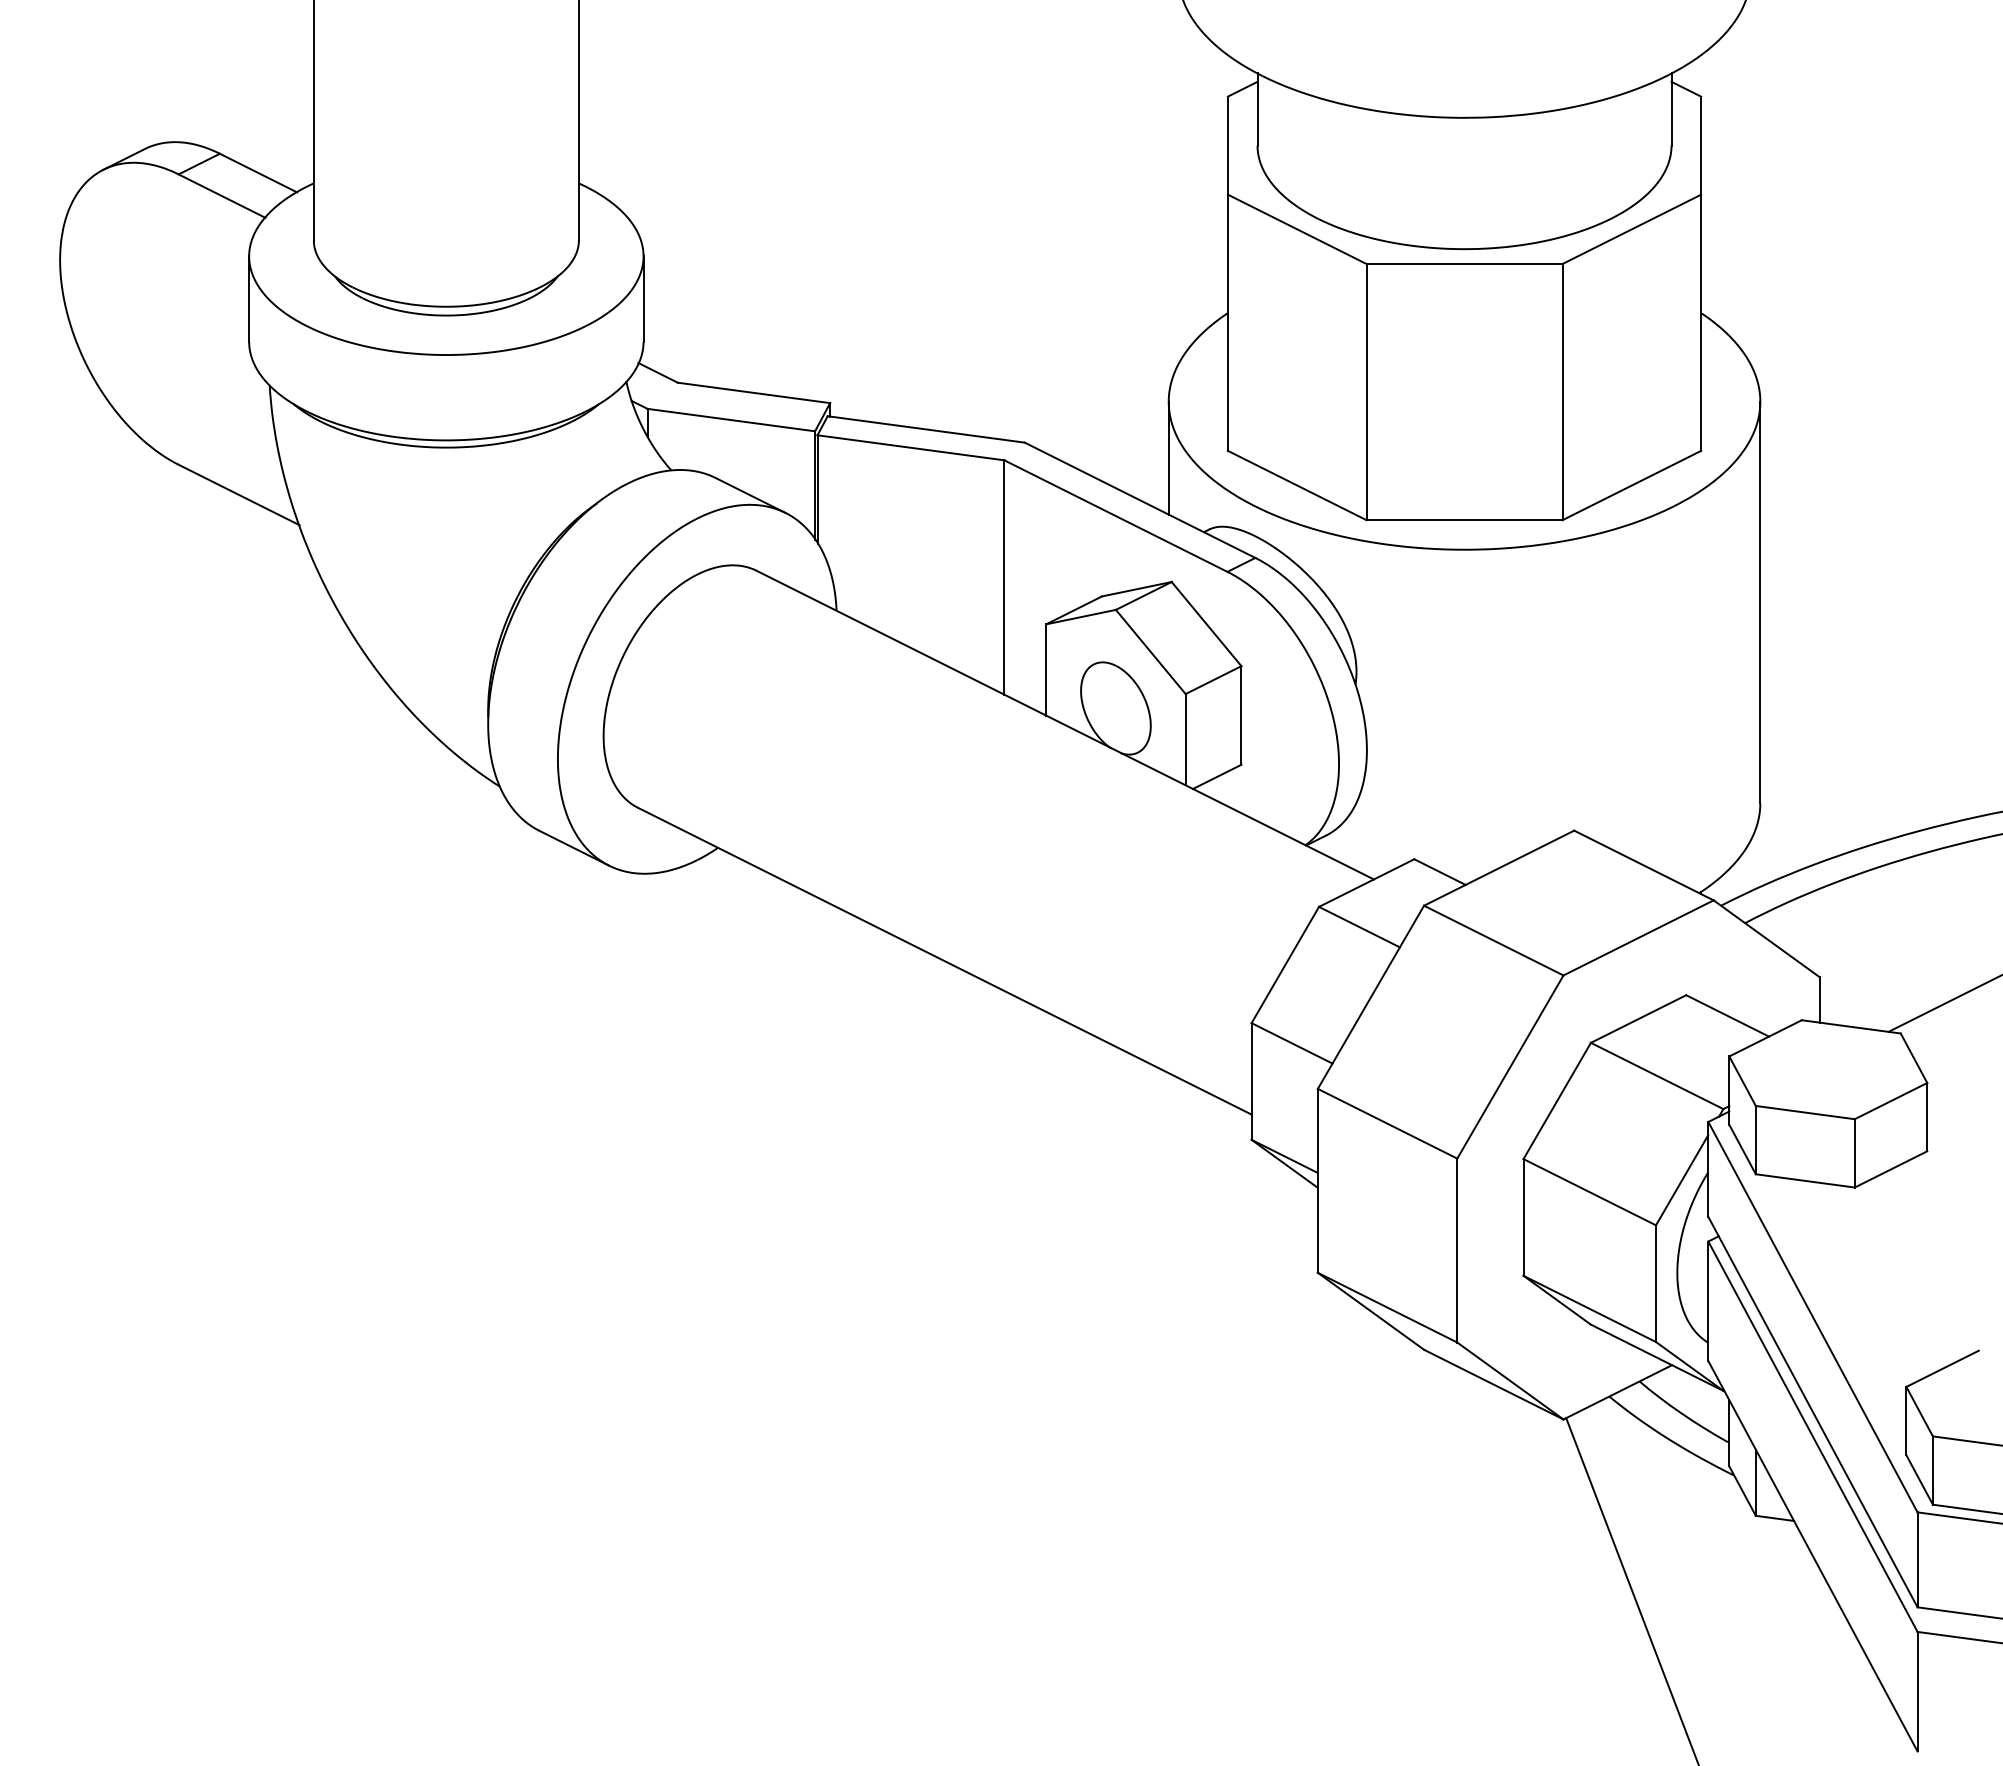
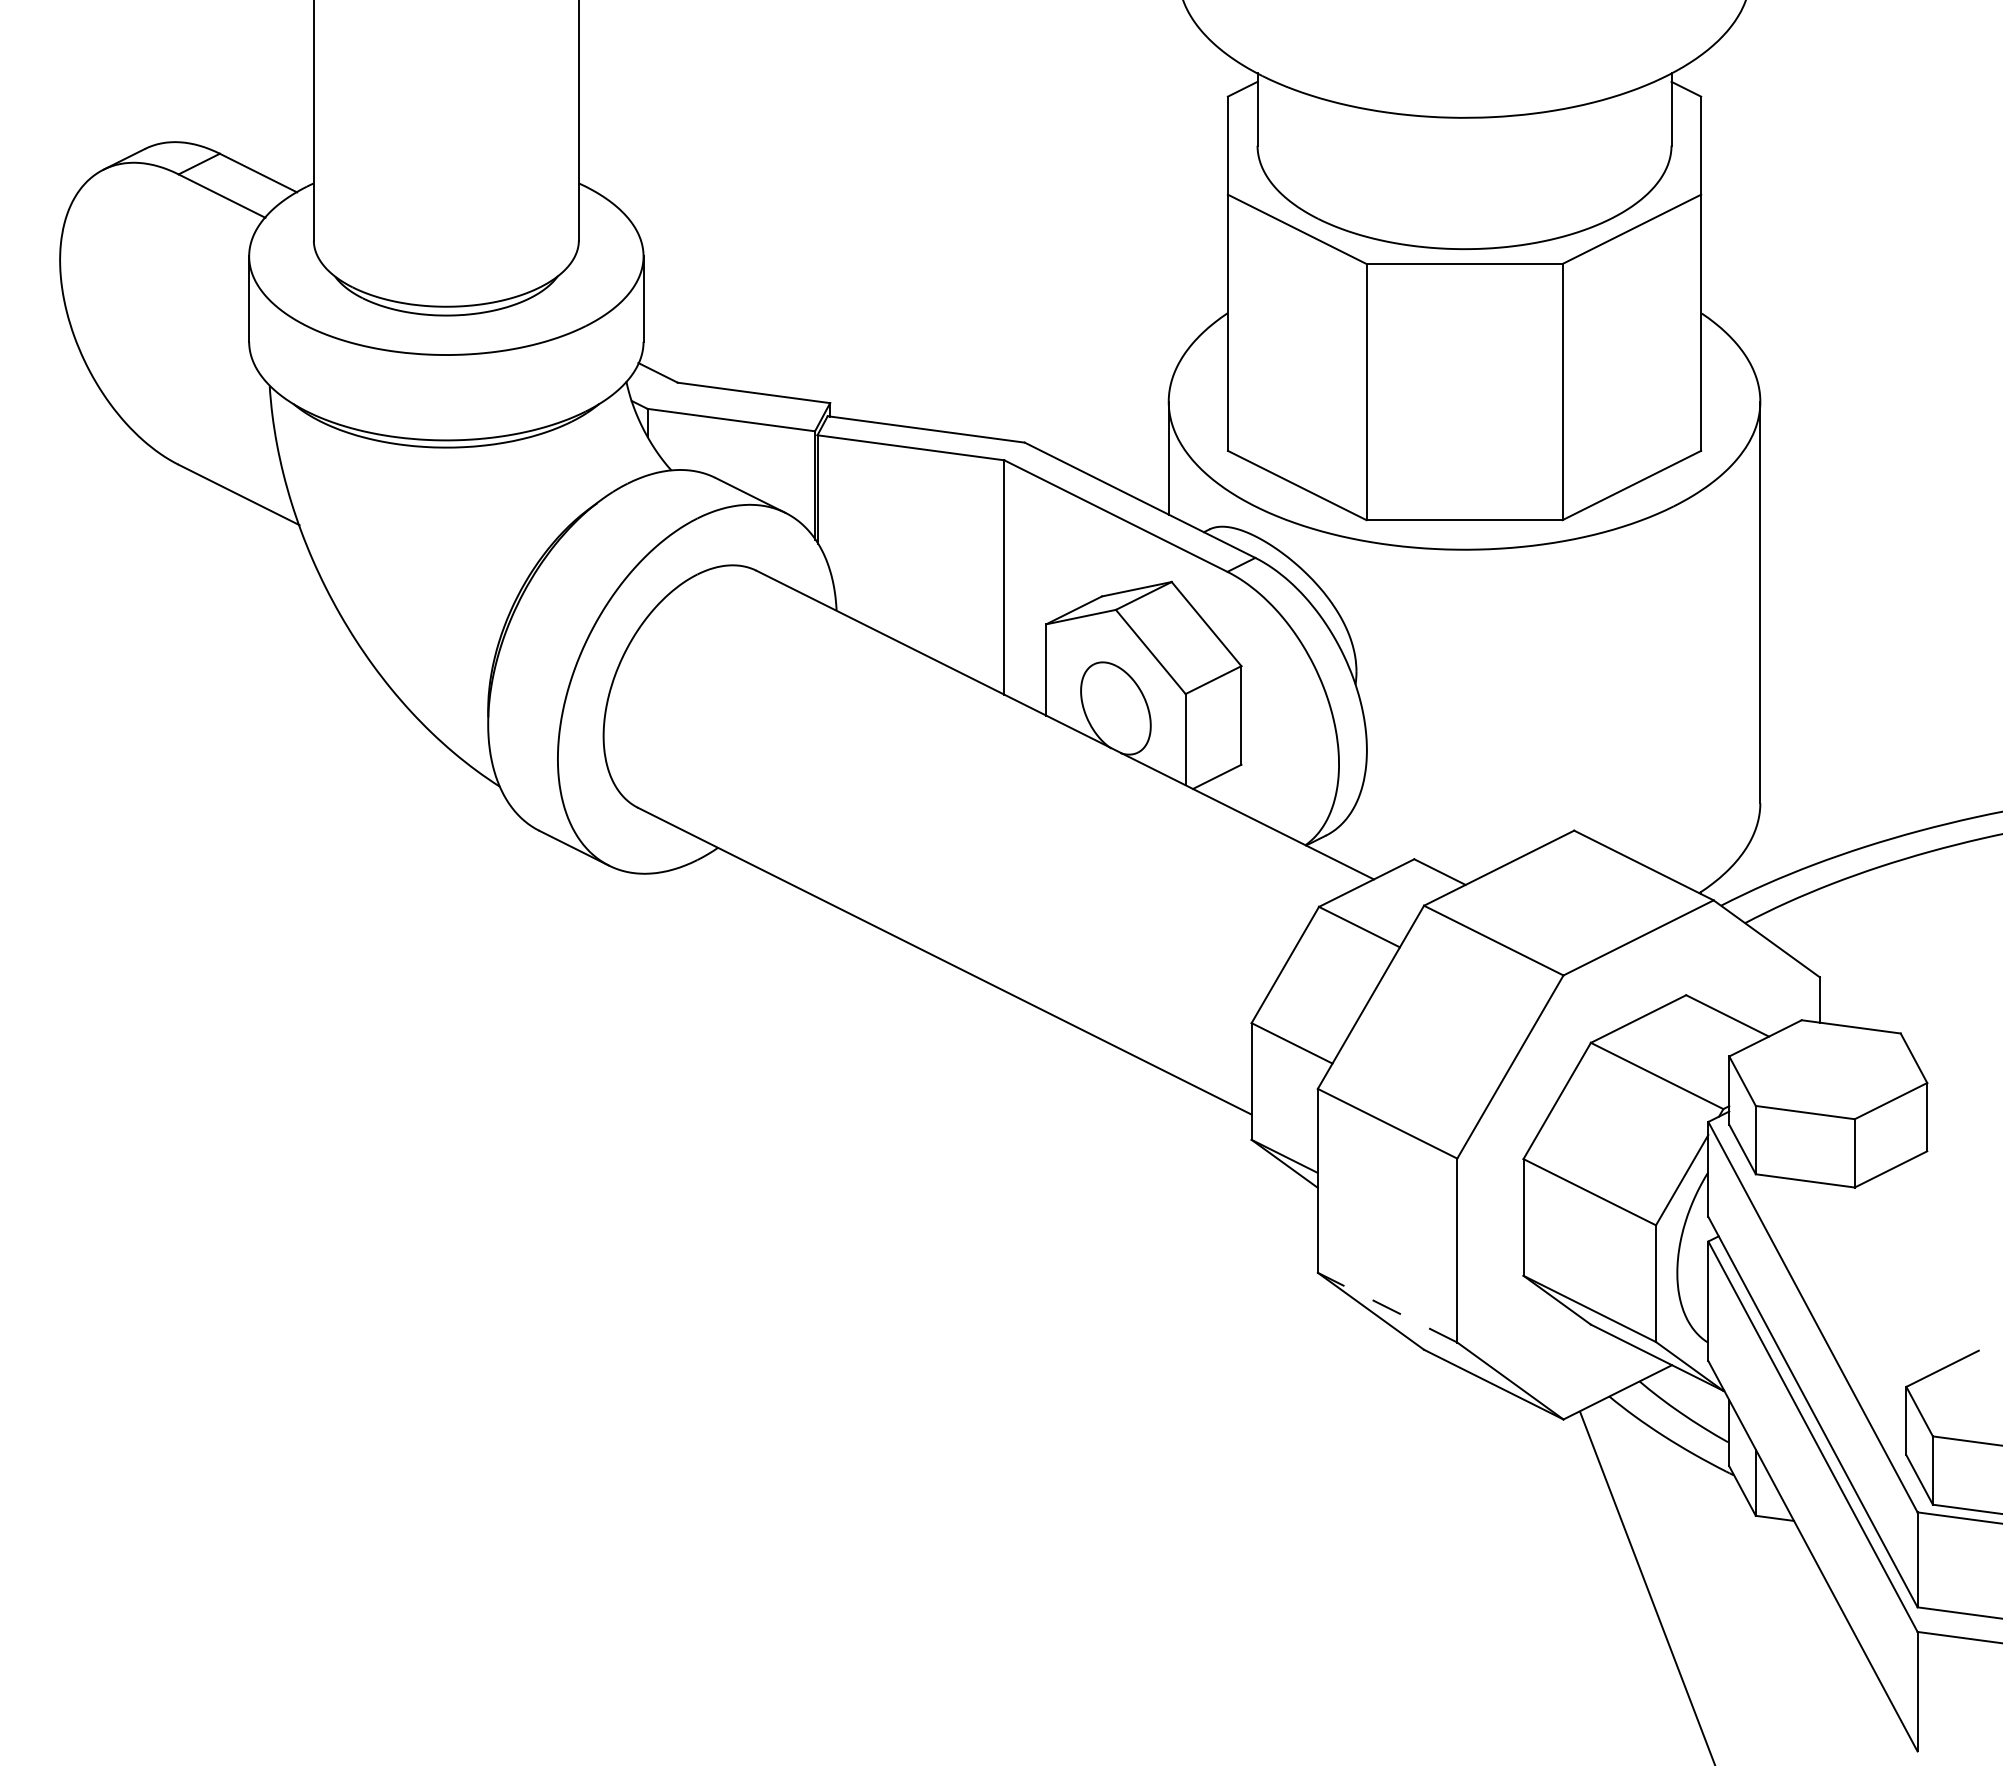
line at (1943, 1003): present -> none
line at (1387, 1307): solid -> dashed
line at (1631, 1590) position: (1631, 1590) -> (1647, 1587)
